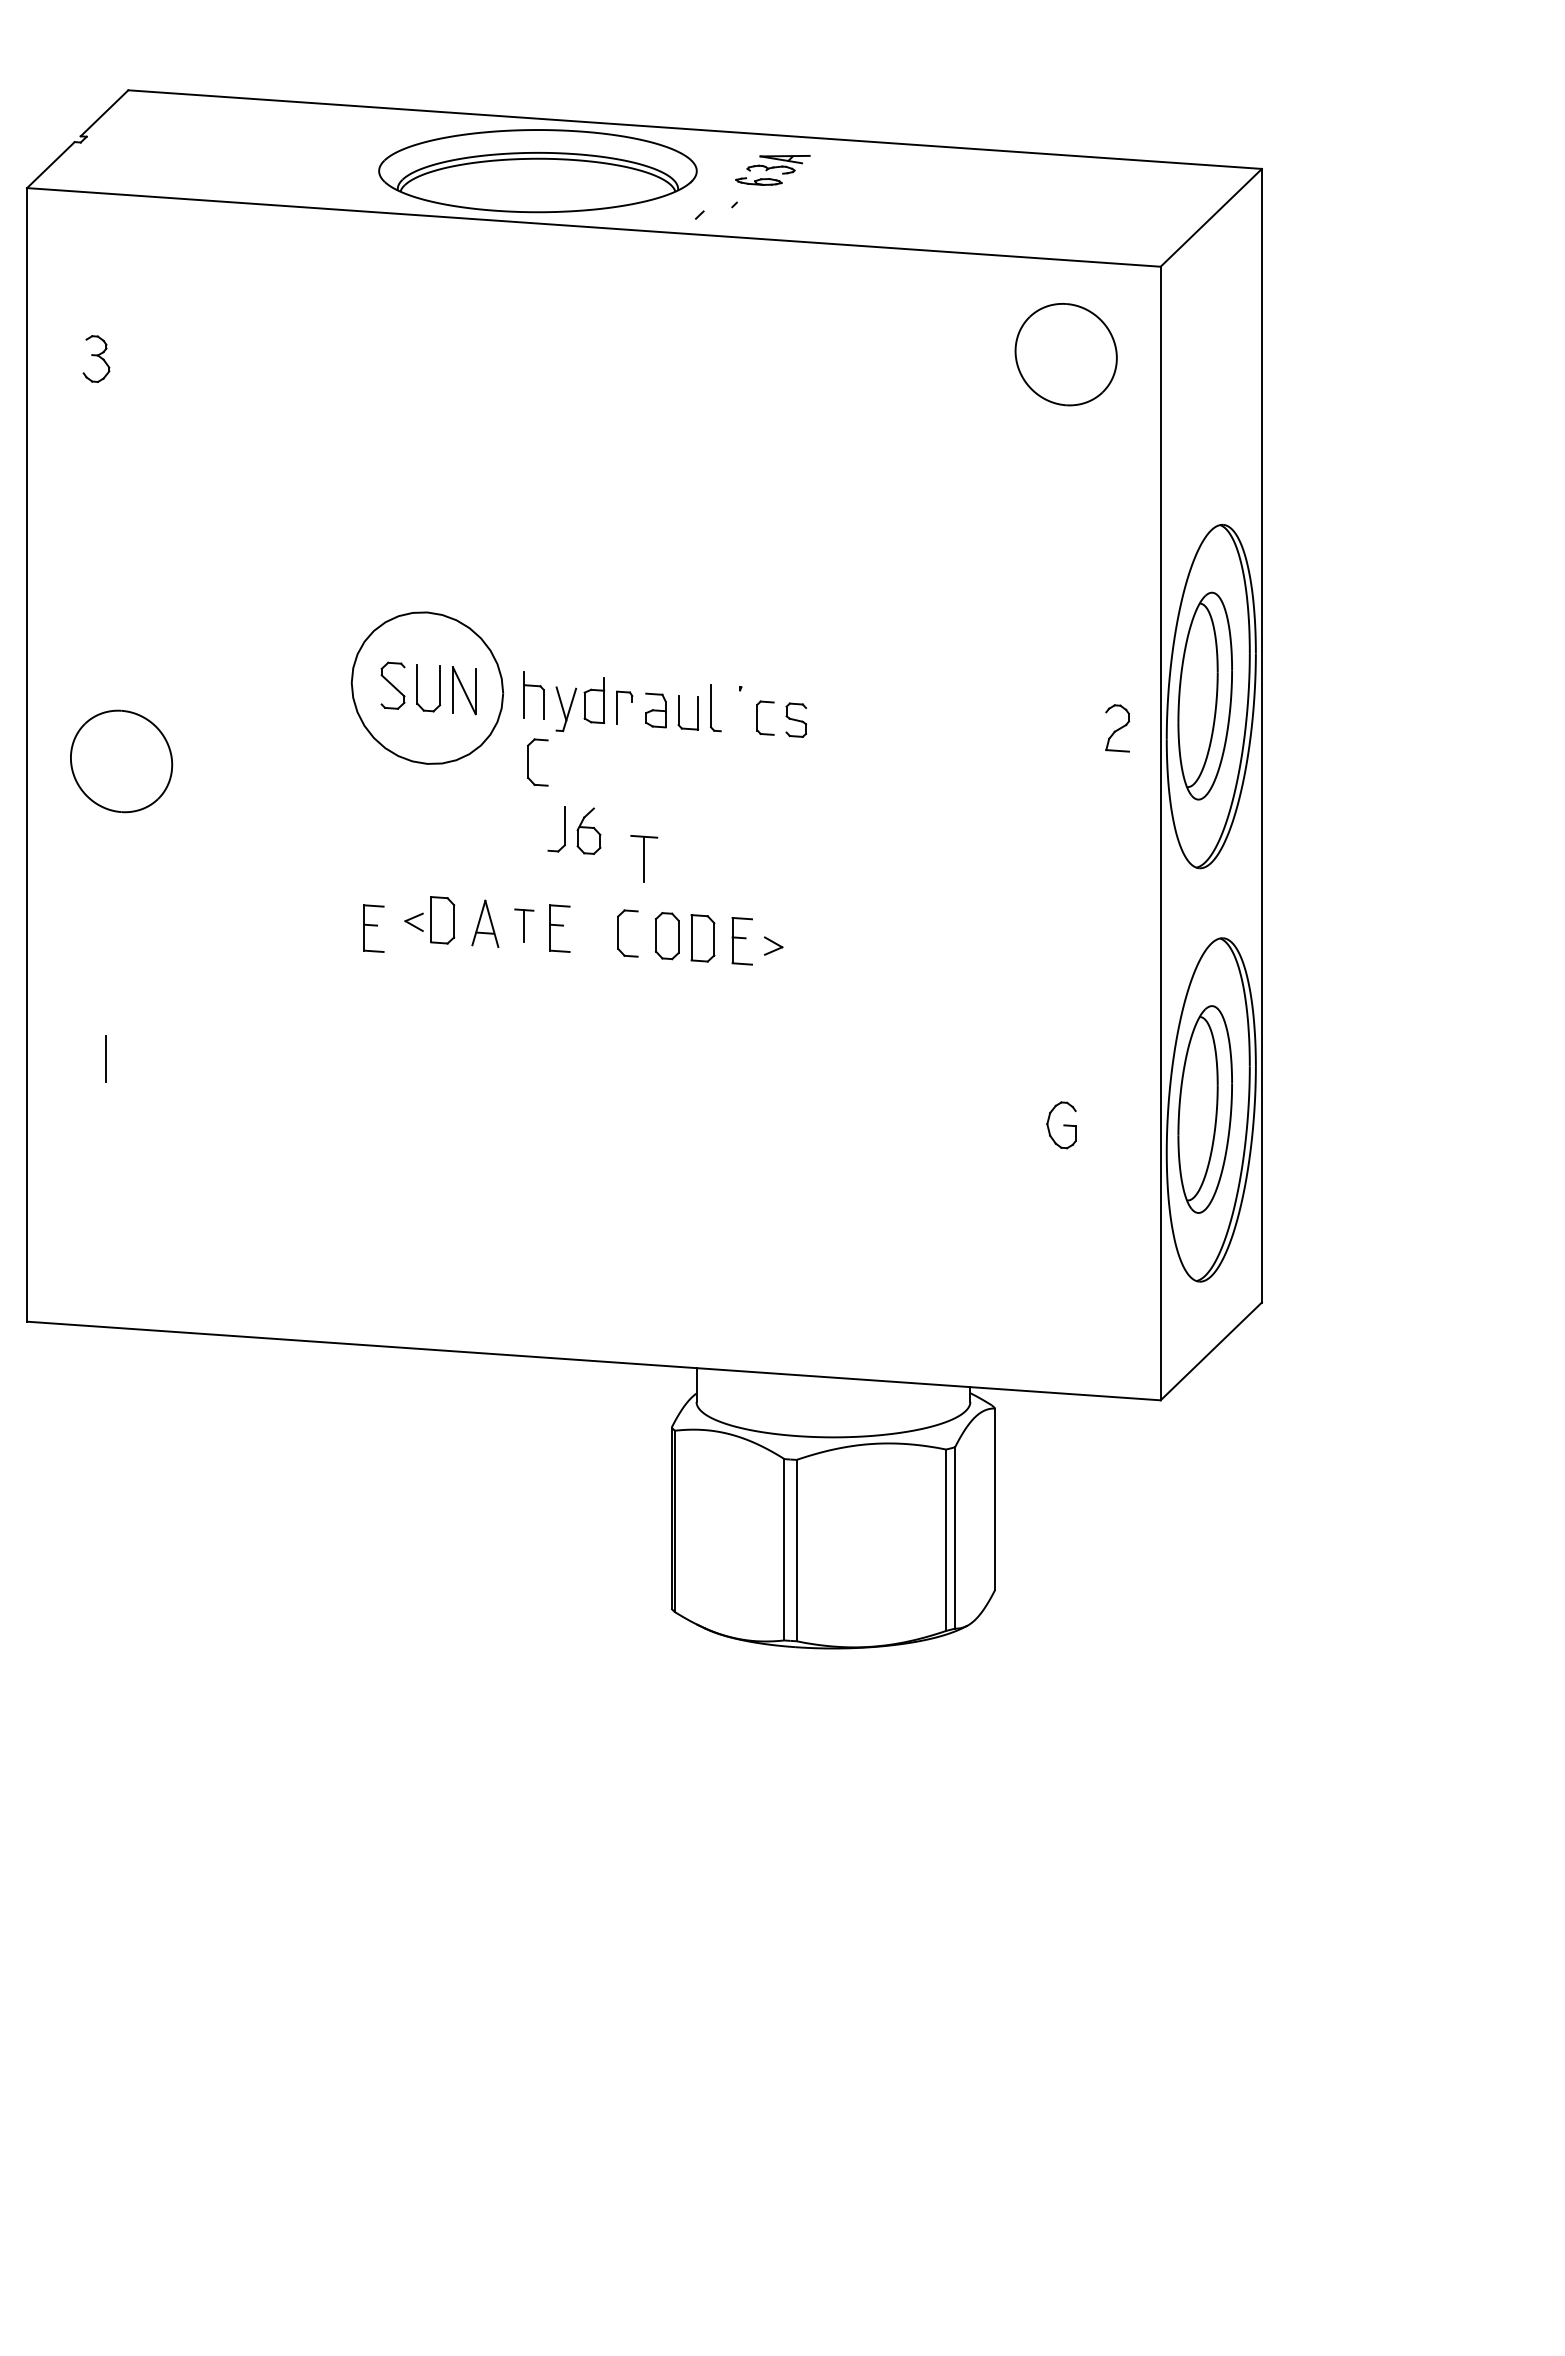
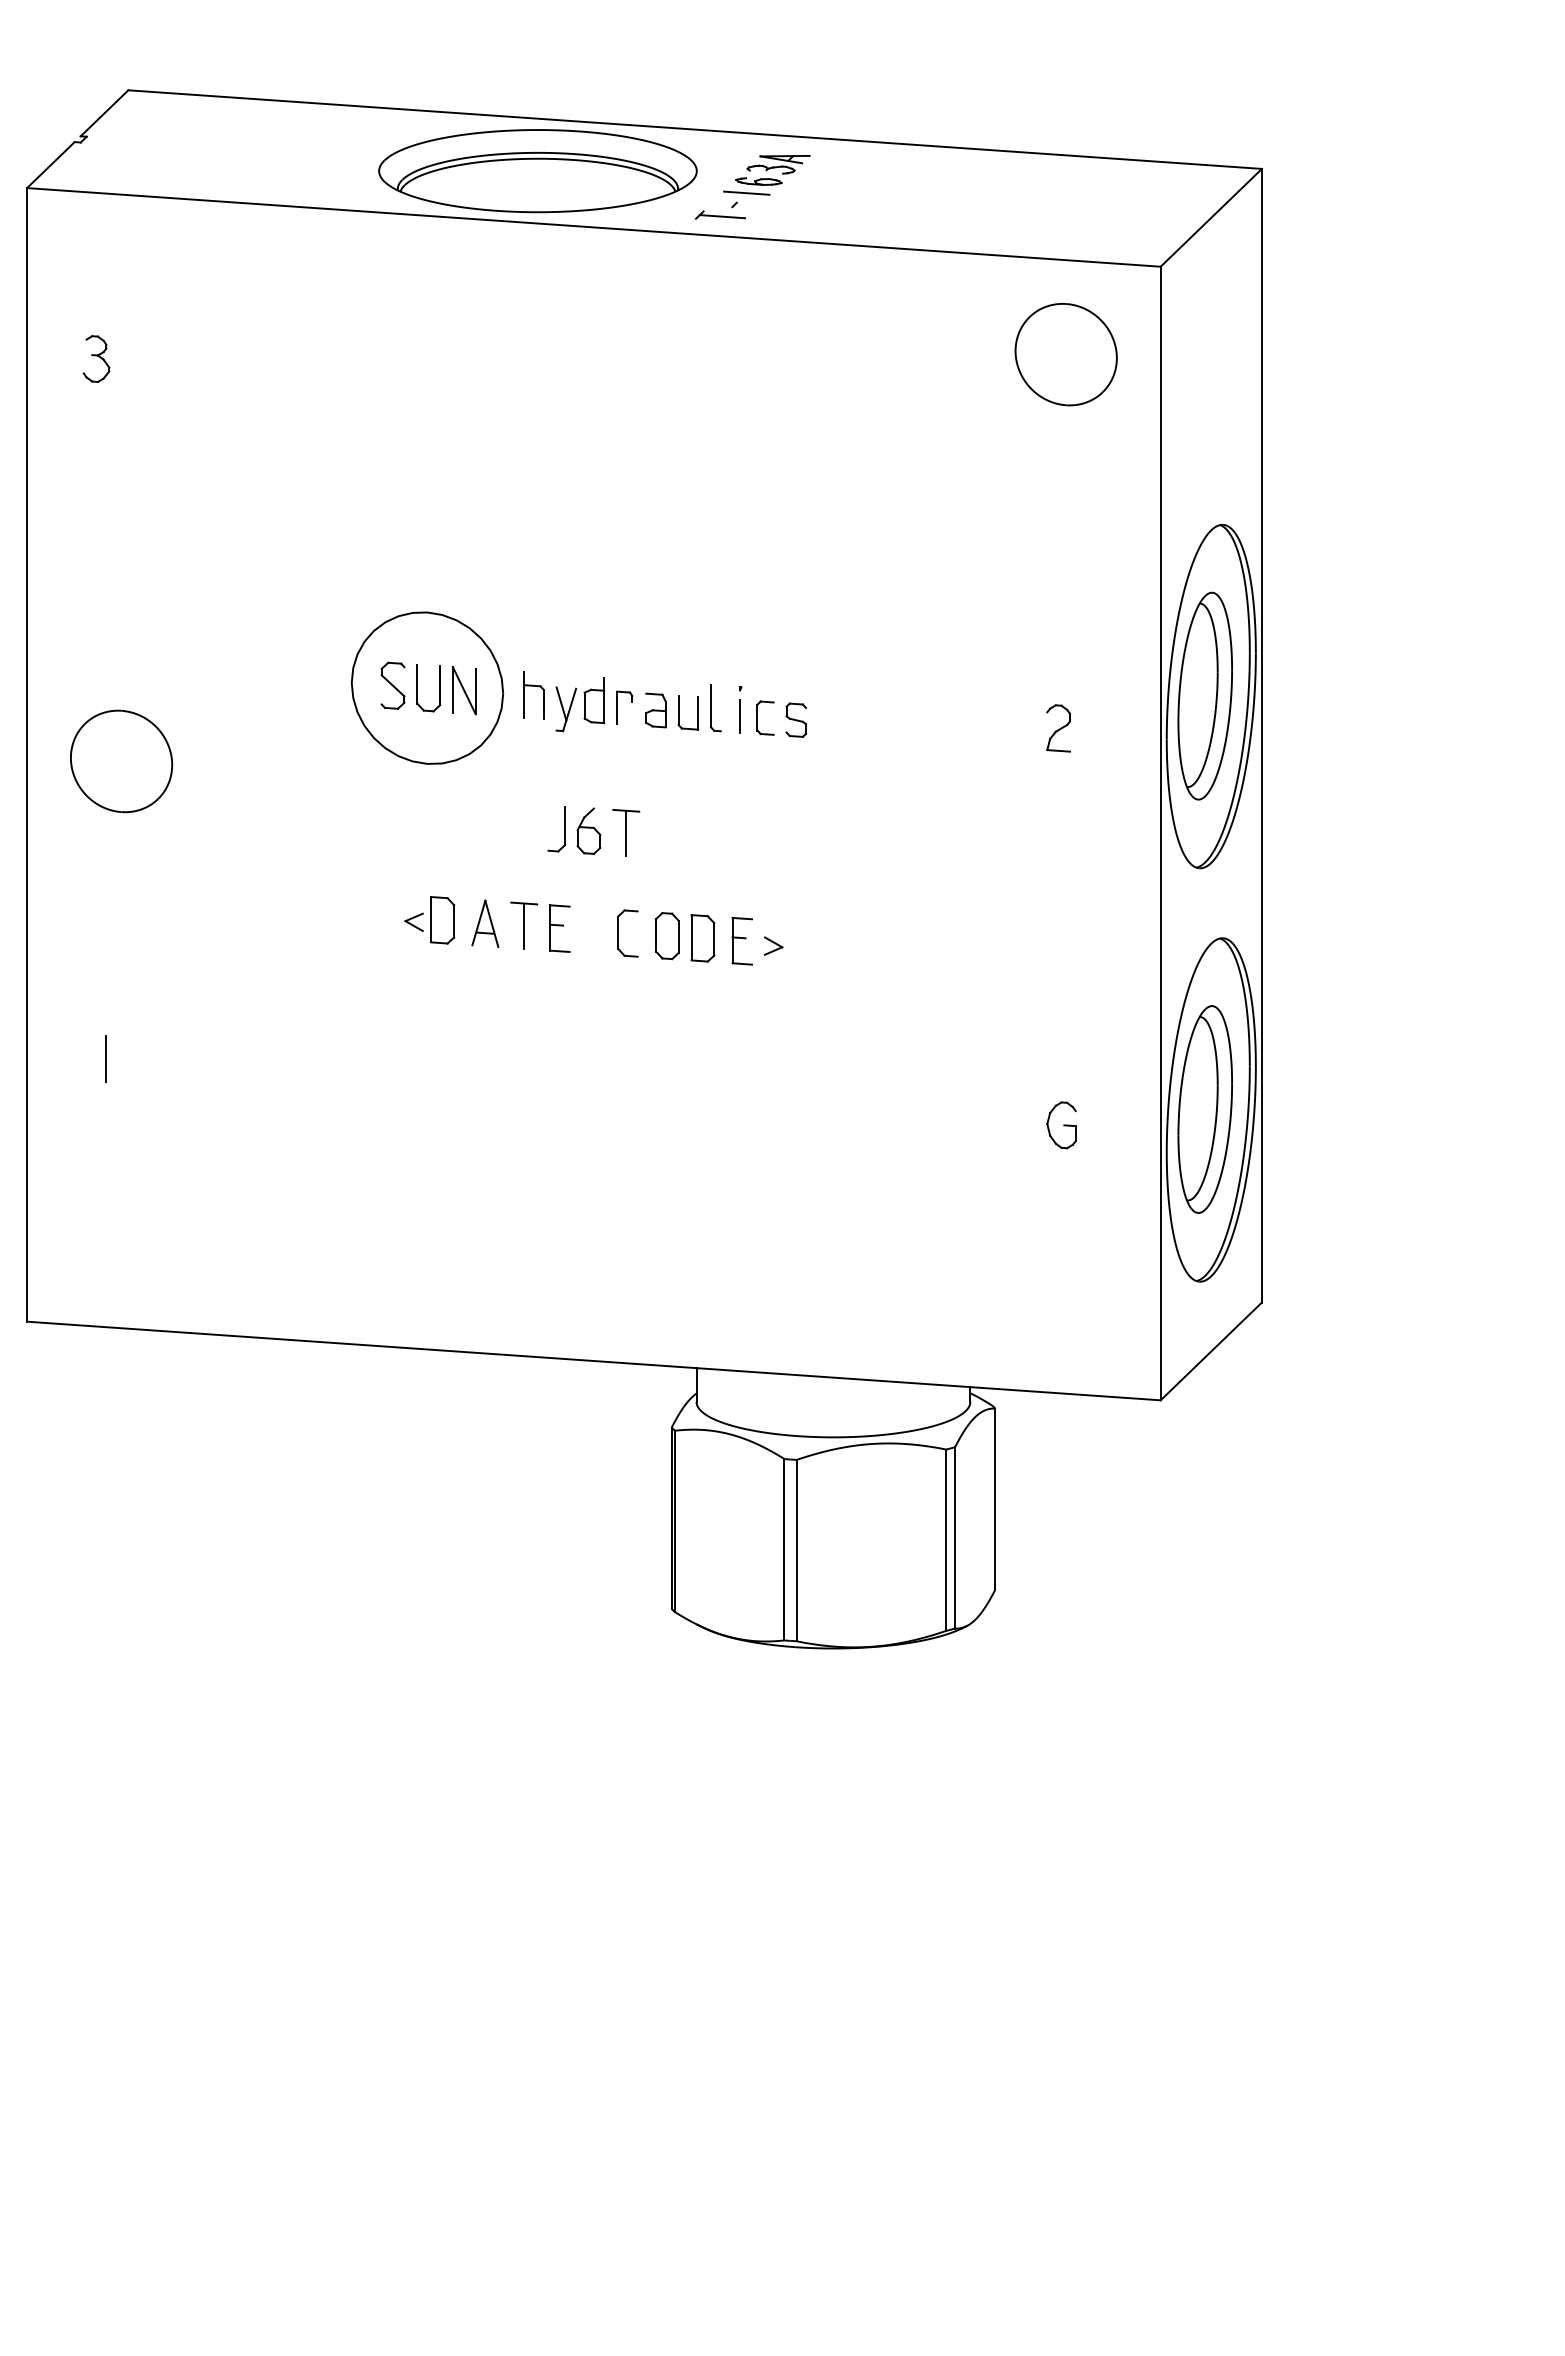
line at (746, 192): none -> present
line at (722, 216): none -> present
line at (740, 716): none -> present
part at (1117, 728) position: (1117, 728) -> (1058, 728)
part at (528, 762): present -> none
part at (644, 858) position: (644, 858) -> (626, 832)
part at (524, 925) size: 21x35 px -> 29x49 px
part at (373, 928): present -> none
